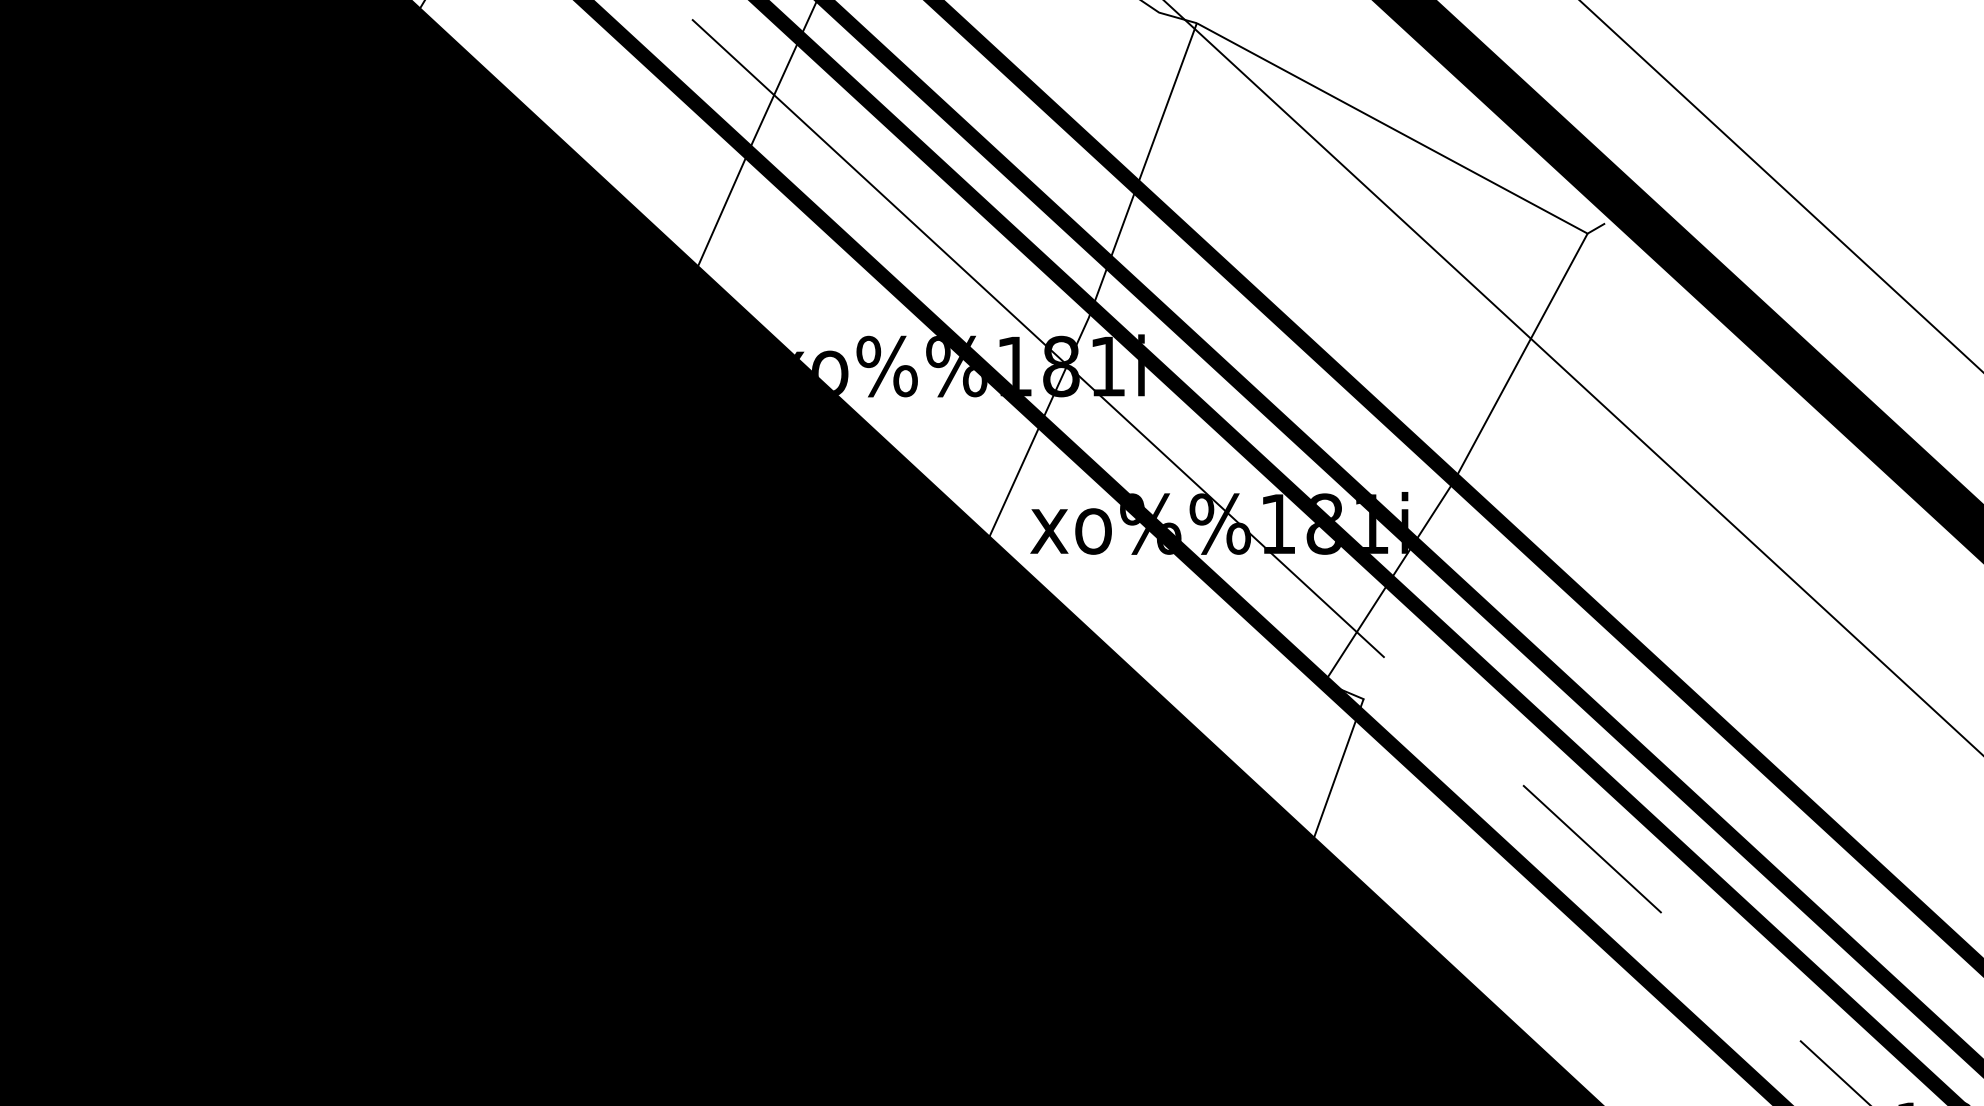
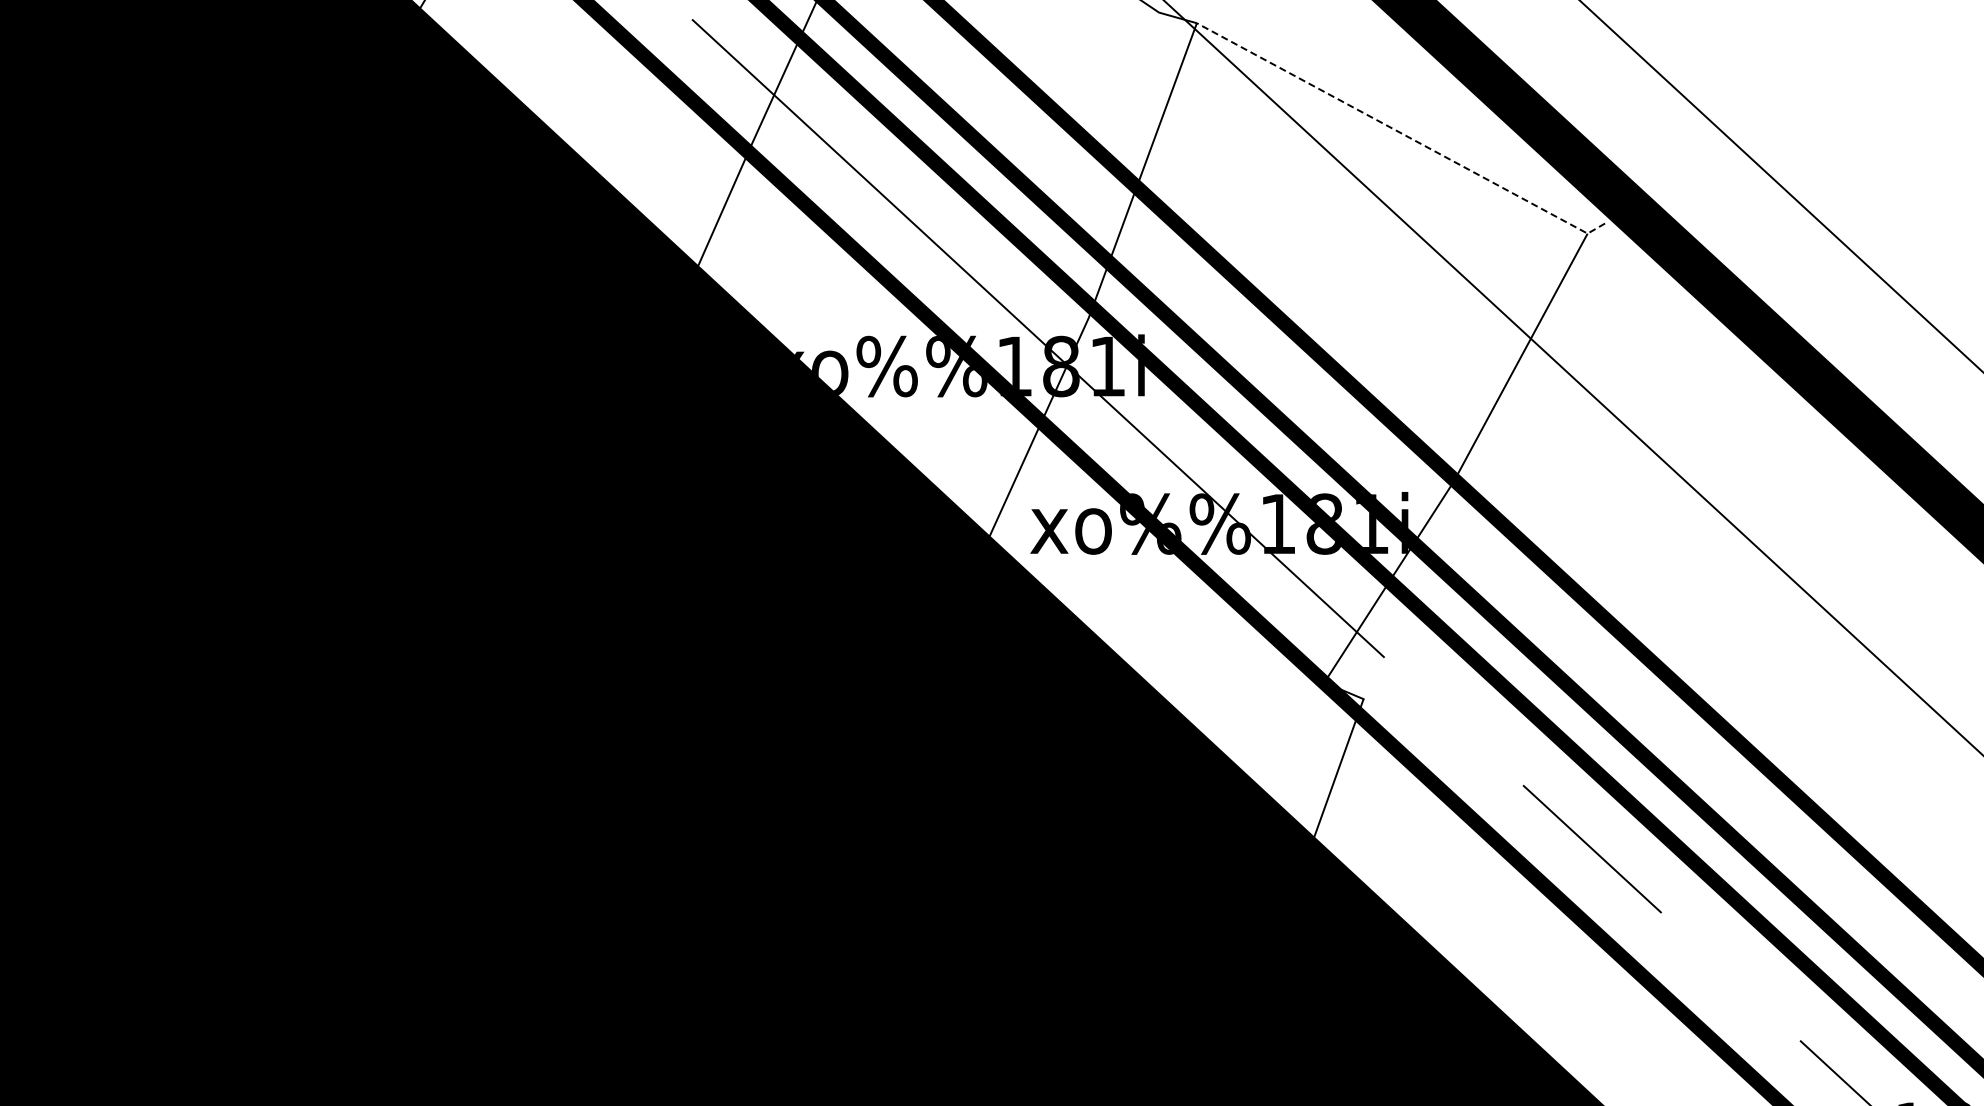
line at (1401, 133): solid -> dashed
